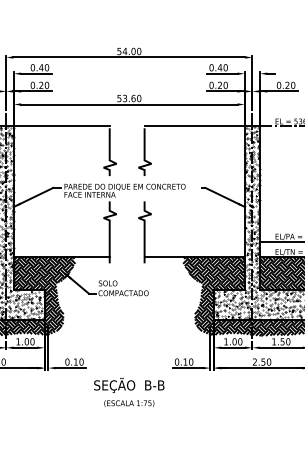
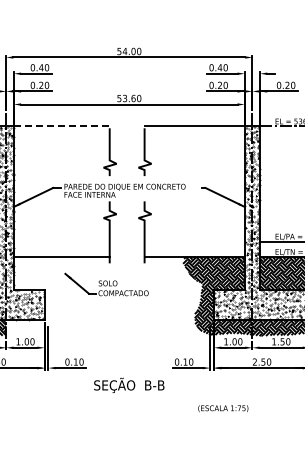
line at (61, 126): solid -> dashed
hatch at (40, 295): present -> none
text at (129, 403) position: (129, 403) -> (223, 408)
